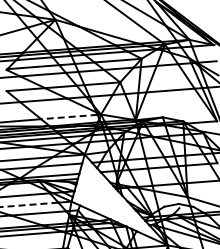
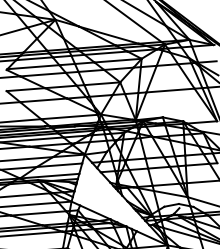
line at (68, 117): dashed -> solid
line at (28, 204): dashed -> solid
